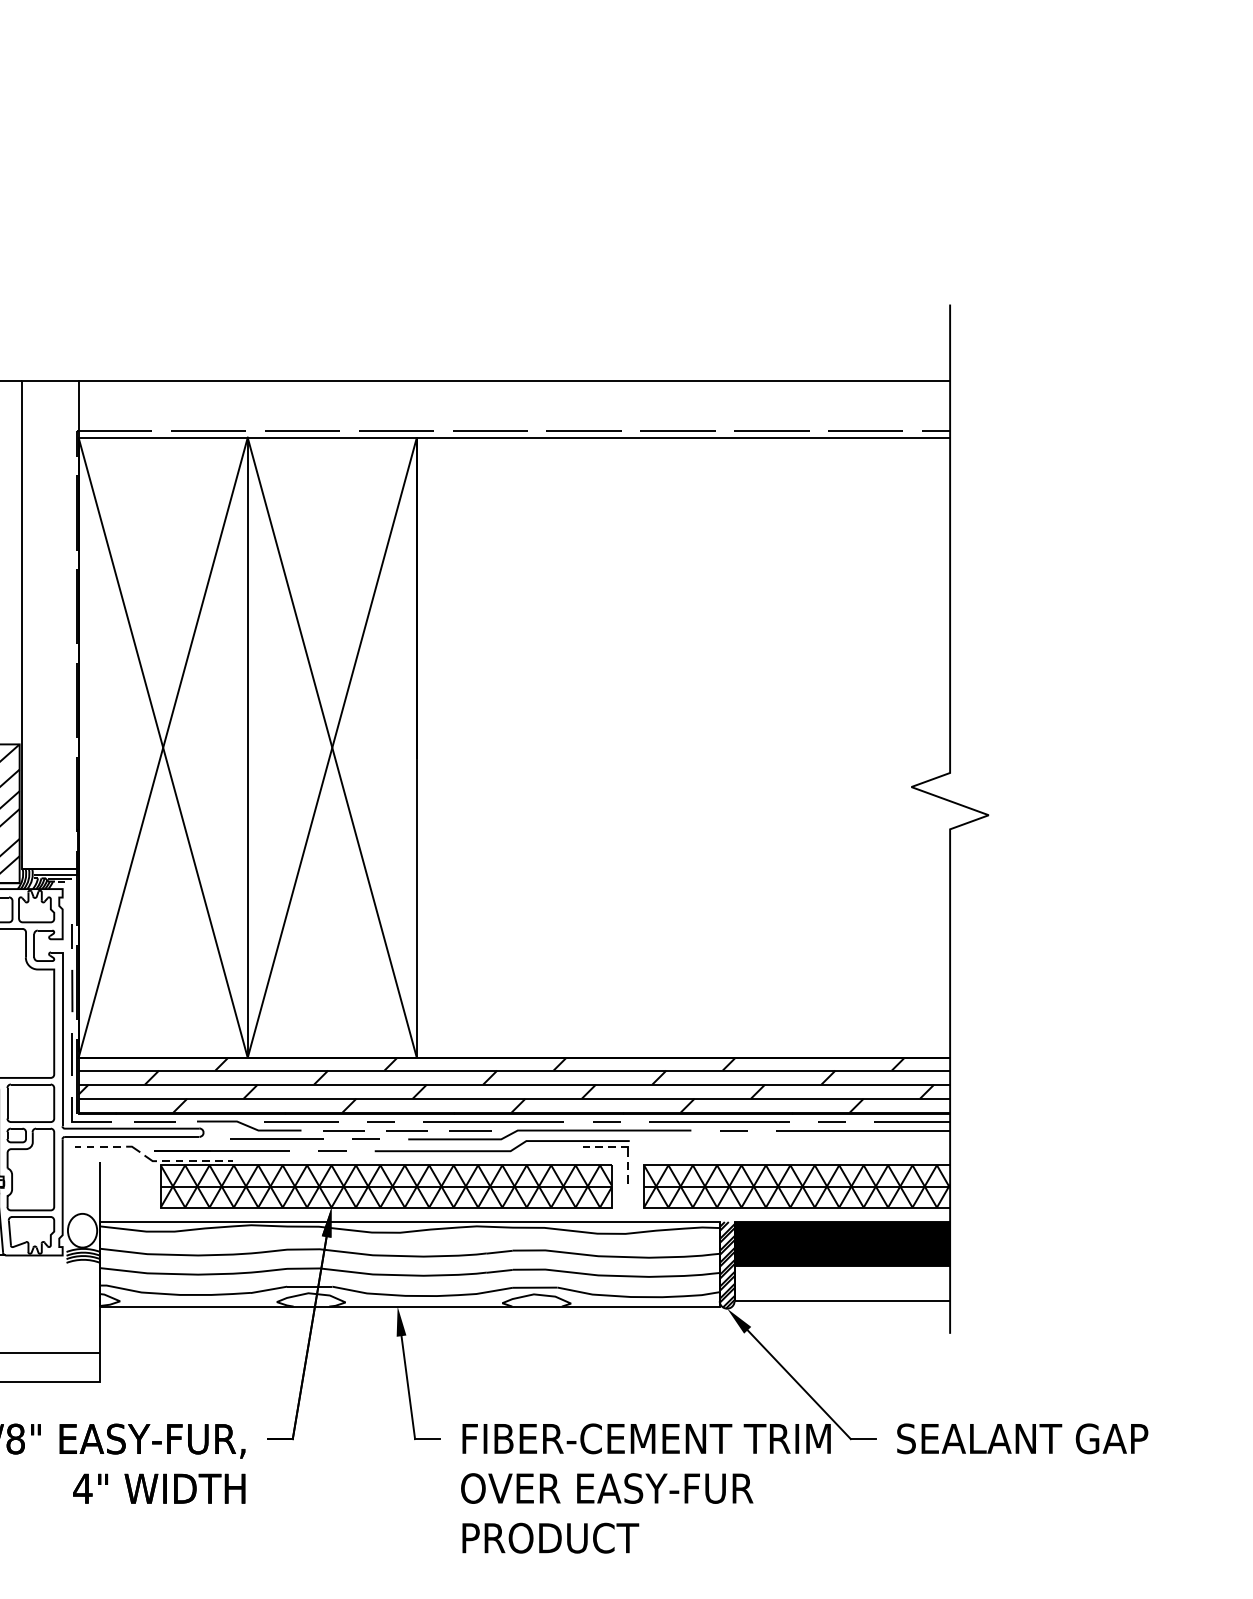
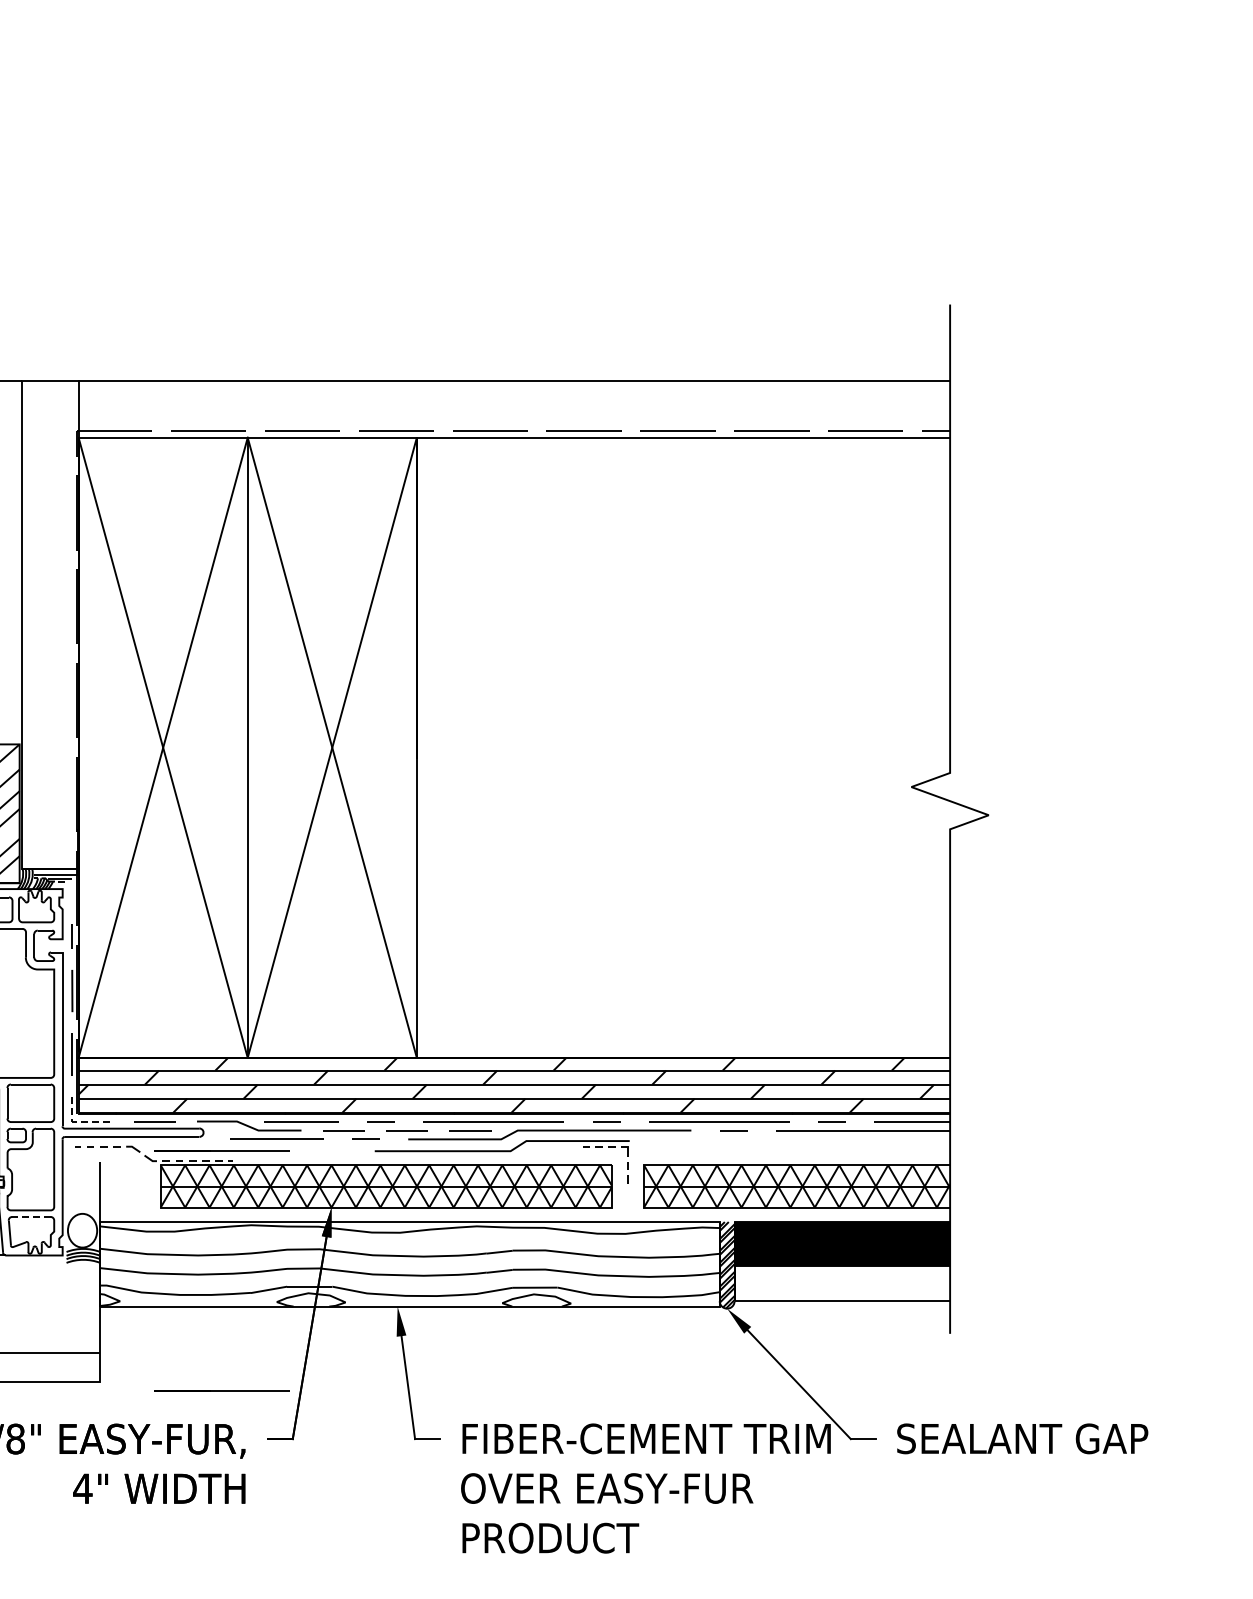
line at (80, 1121): solid -> dashed
line at (332, 1150): present -> none
line at (31, 1217): solid -> dashed
line at (221, 1390): none -> present
